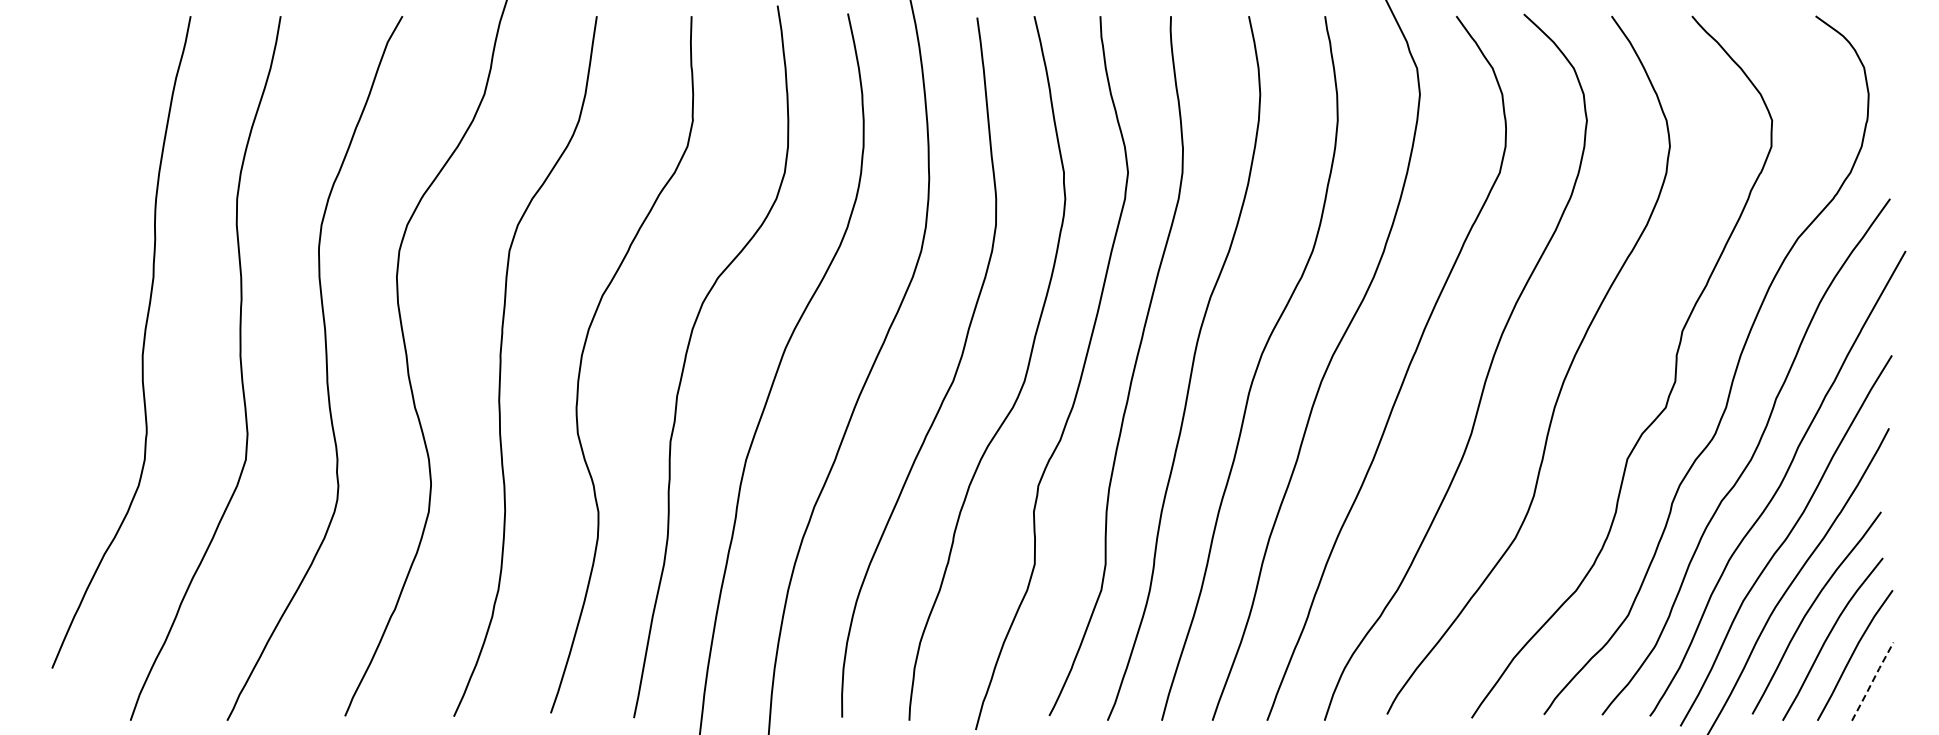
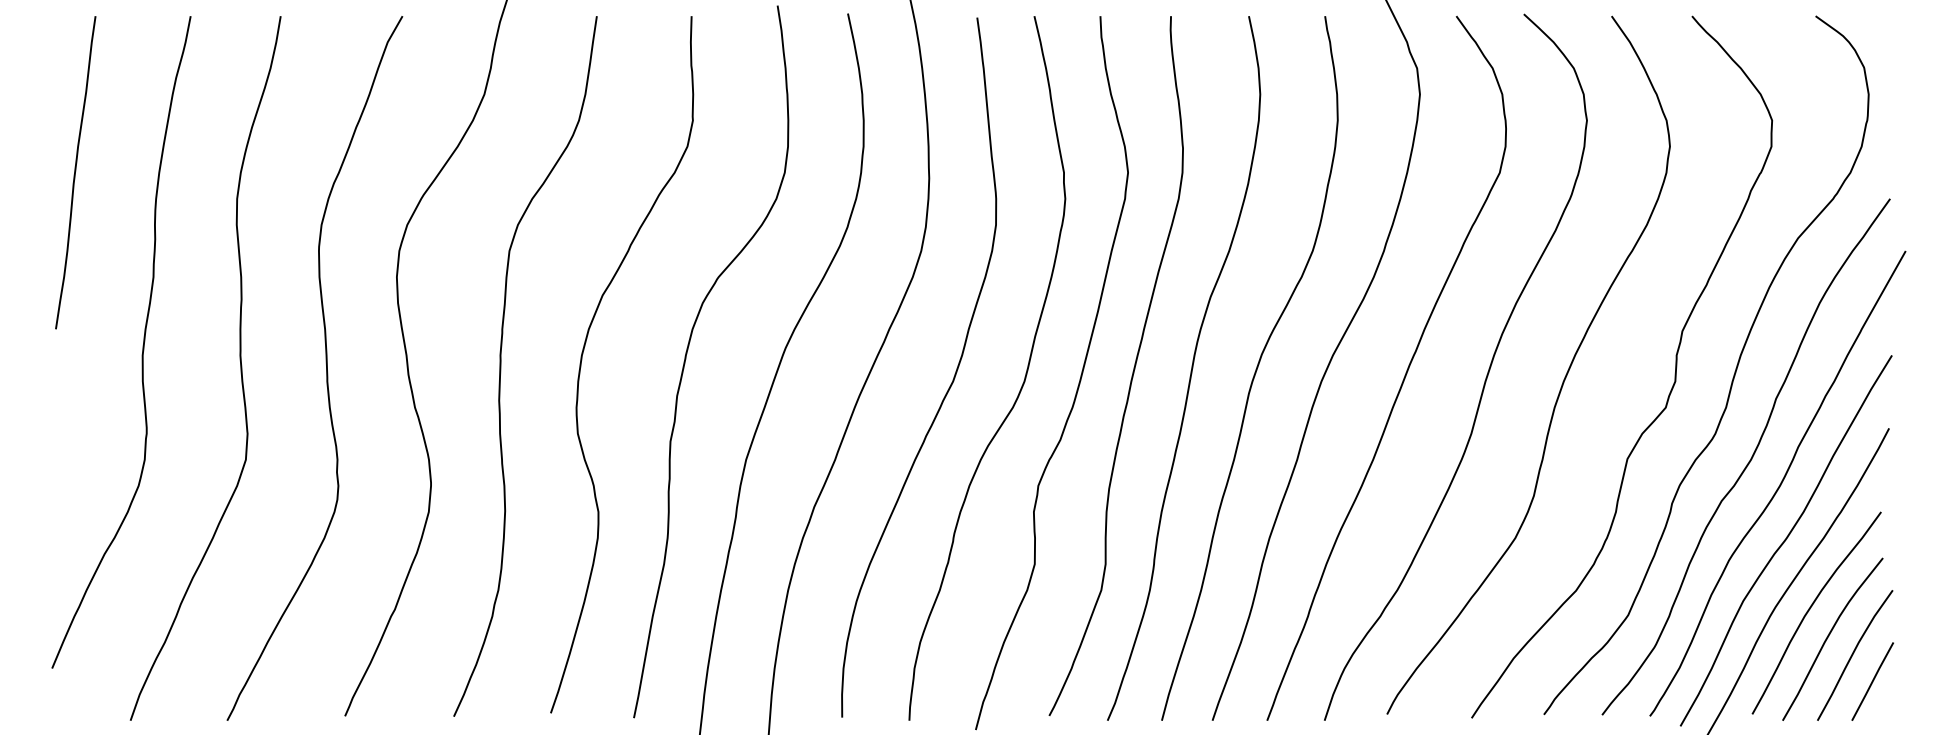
curve at (75, 172): none -> present
line at (1872, 681): dashed -> solid
